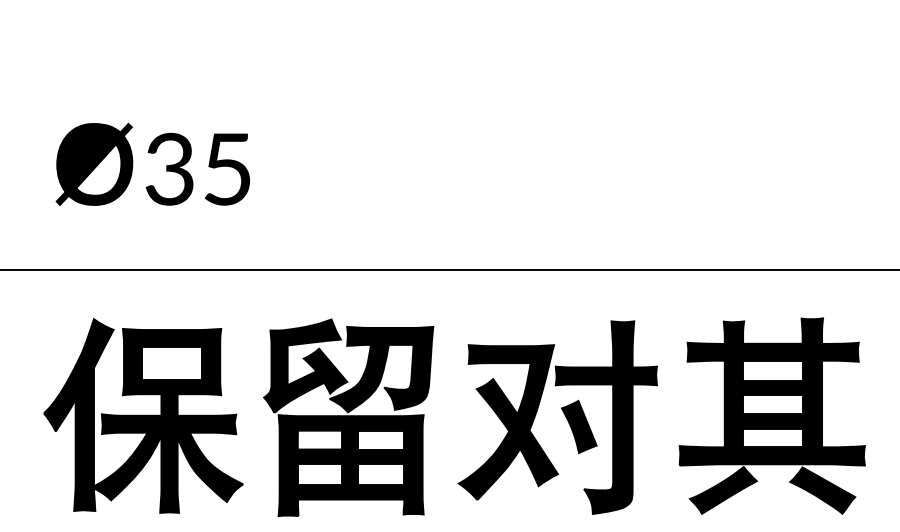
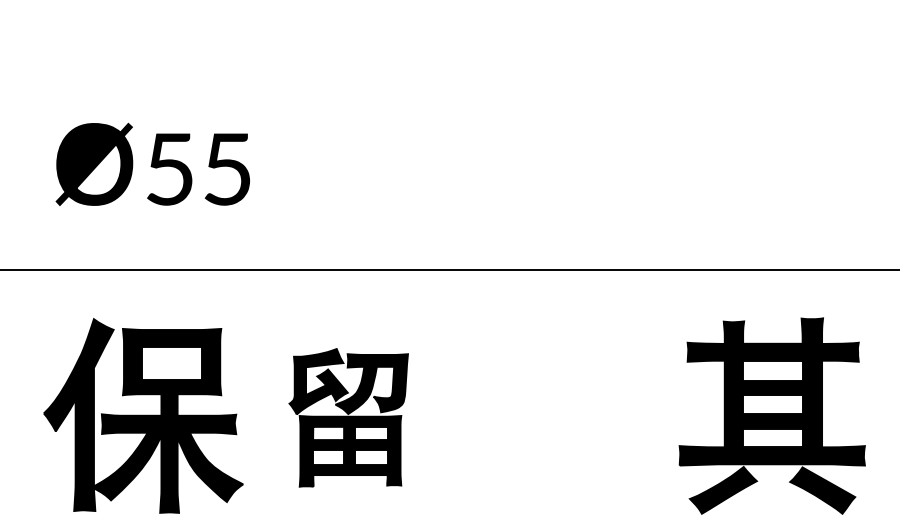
text at (169, 168): 35 -> 55
part at (563, 413): present -> none
part at (348, 417) size: 172x200 px -> 121x140 px
